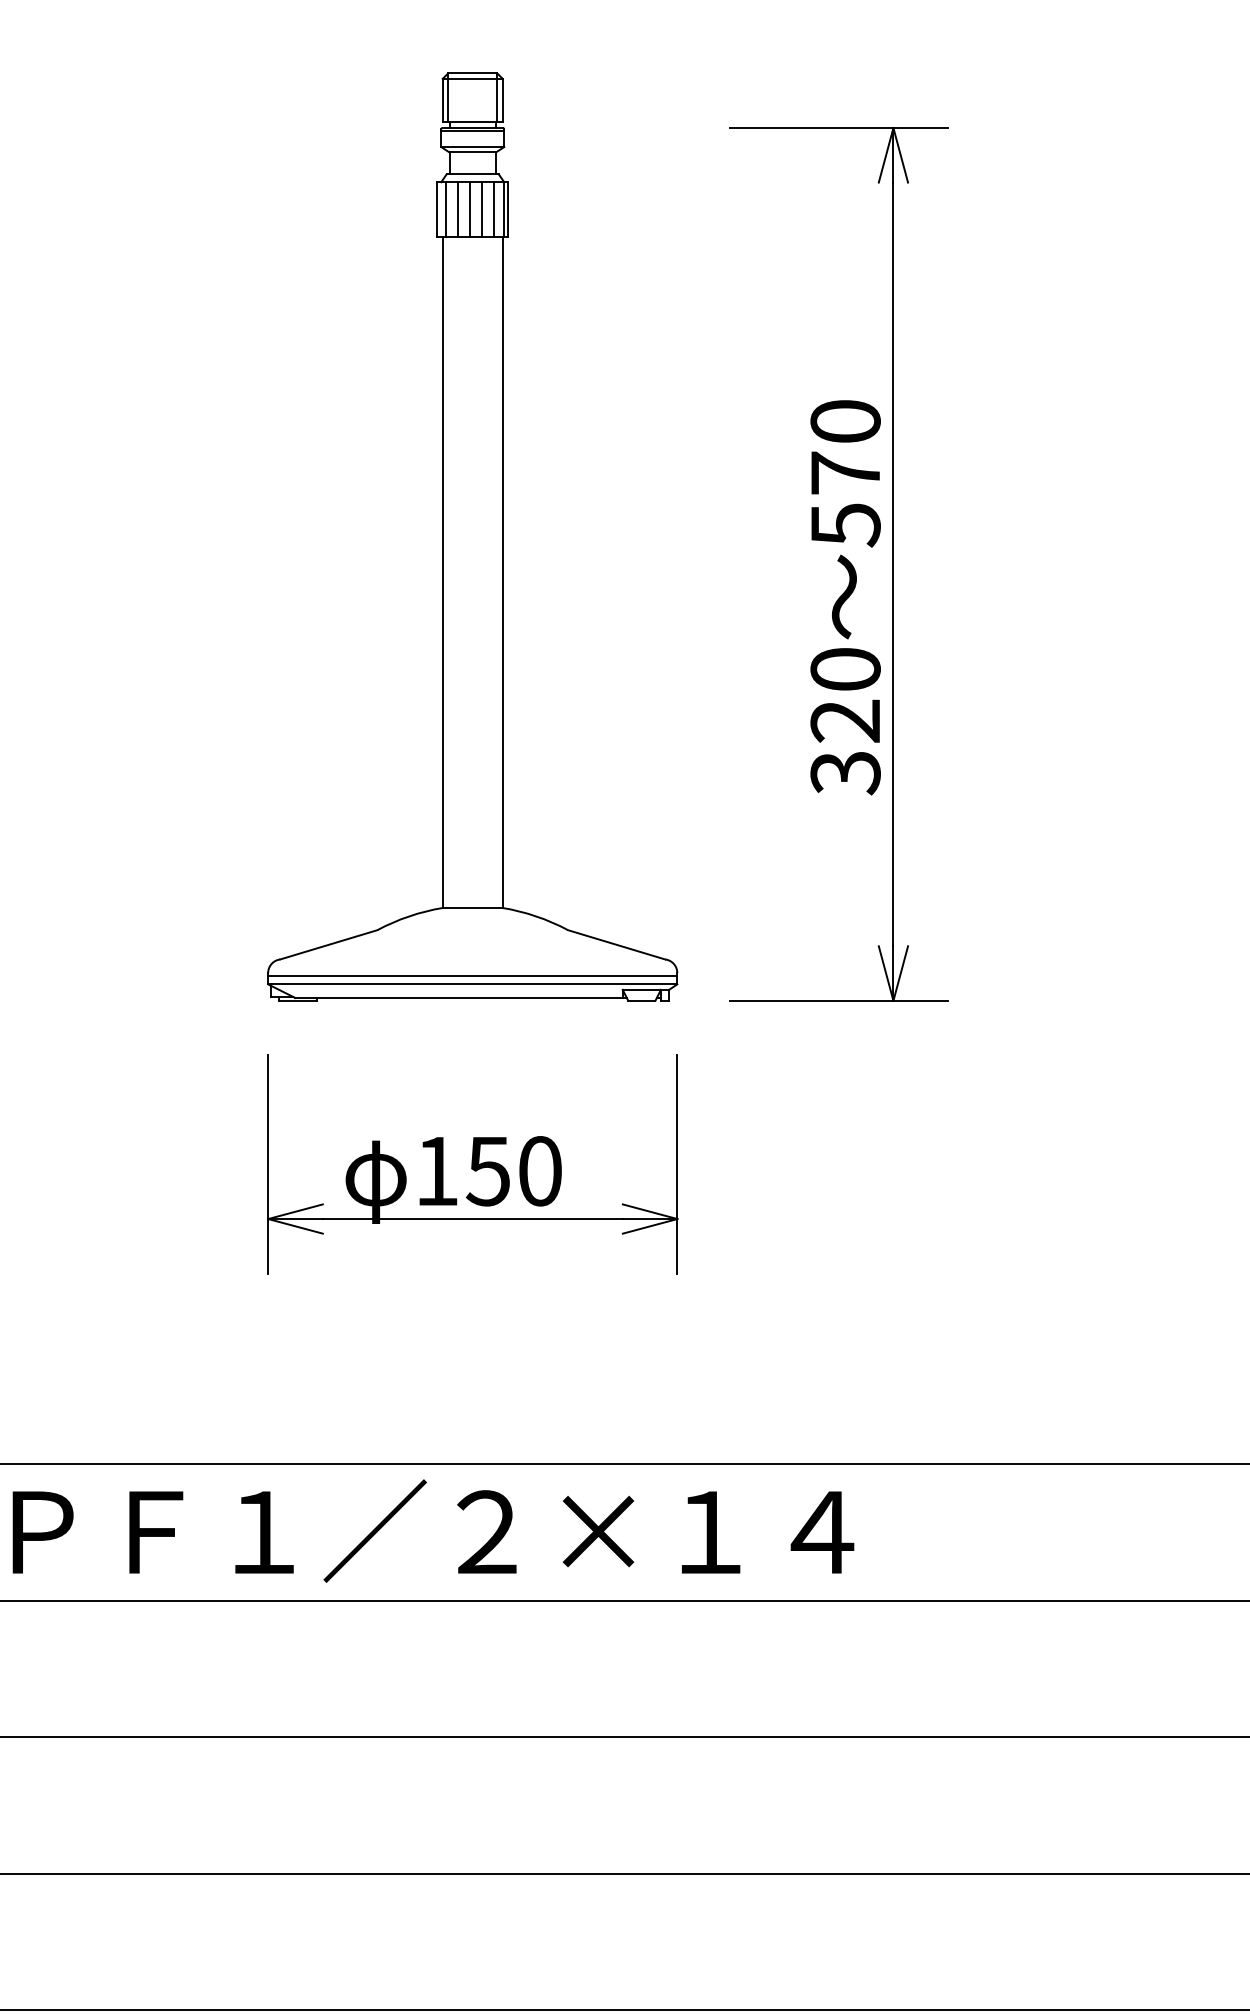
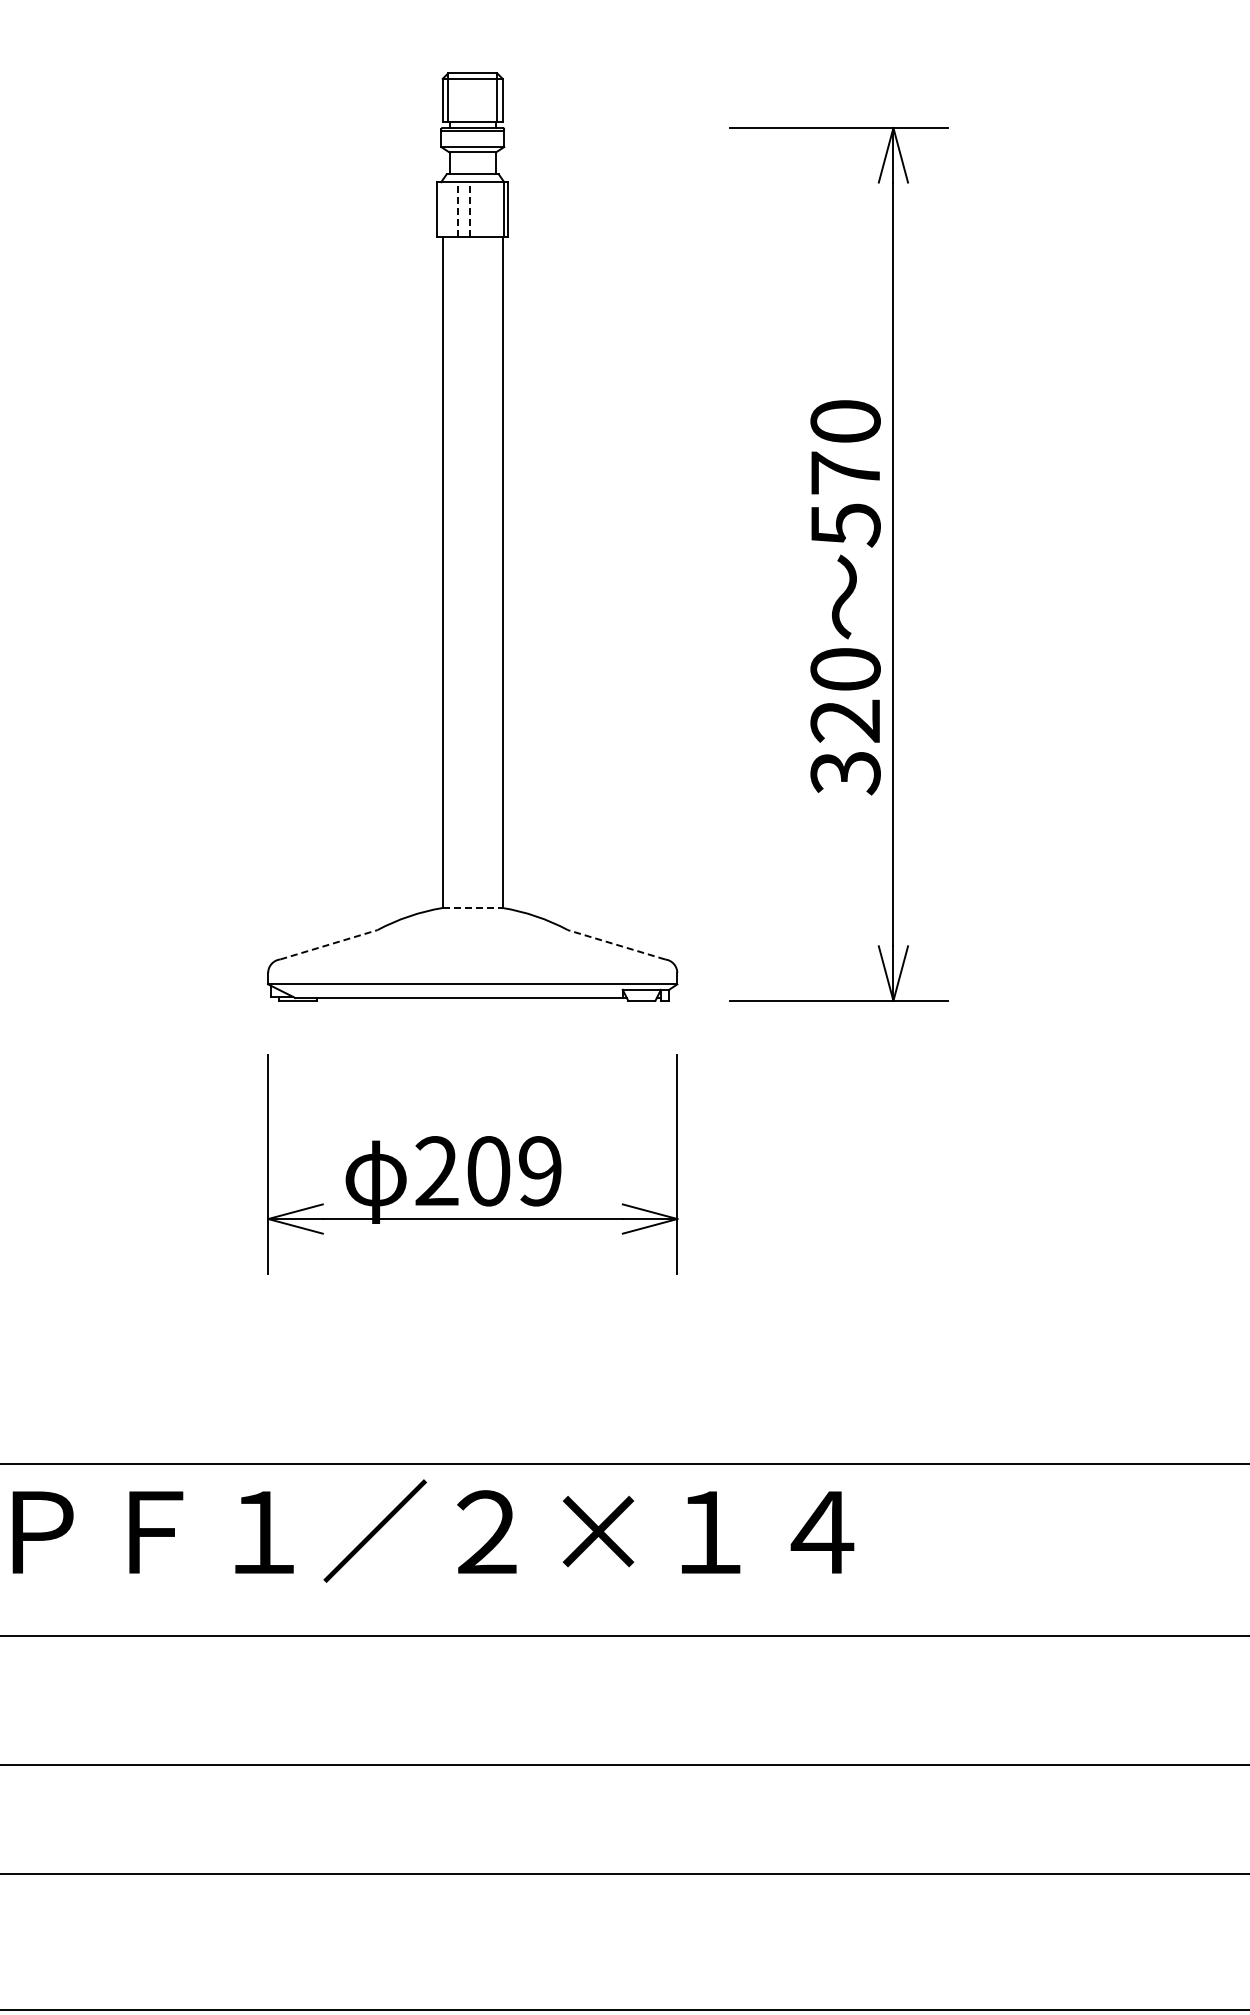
line at (445, 209): present -> none
line at (457, 209): solid -> dashed
line at (469, 209): solid -> dashed
line at (481, 209): present -> none
line at (493, 209): present -> none
line at (473, 908): solid -> dashed
line at (328, 944): solid -> dashed
line at (616, 944): solid -> dashed
line at (472, 976): present -> none
text at (488, 1171): 150 -> 209
line at (624, 1600) position: (624, 1600) -> (624, 1635)
line at (624, 1737) position: (624, 1737) -> (624, 1765)
